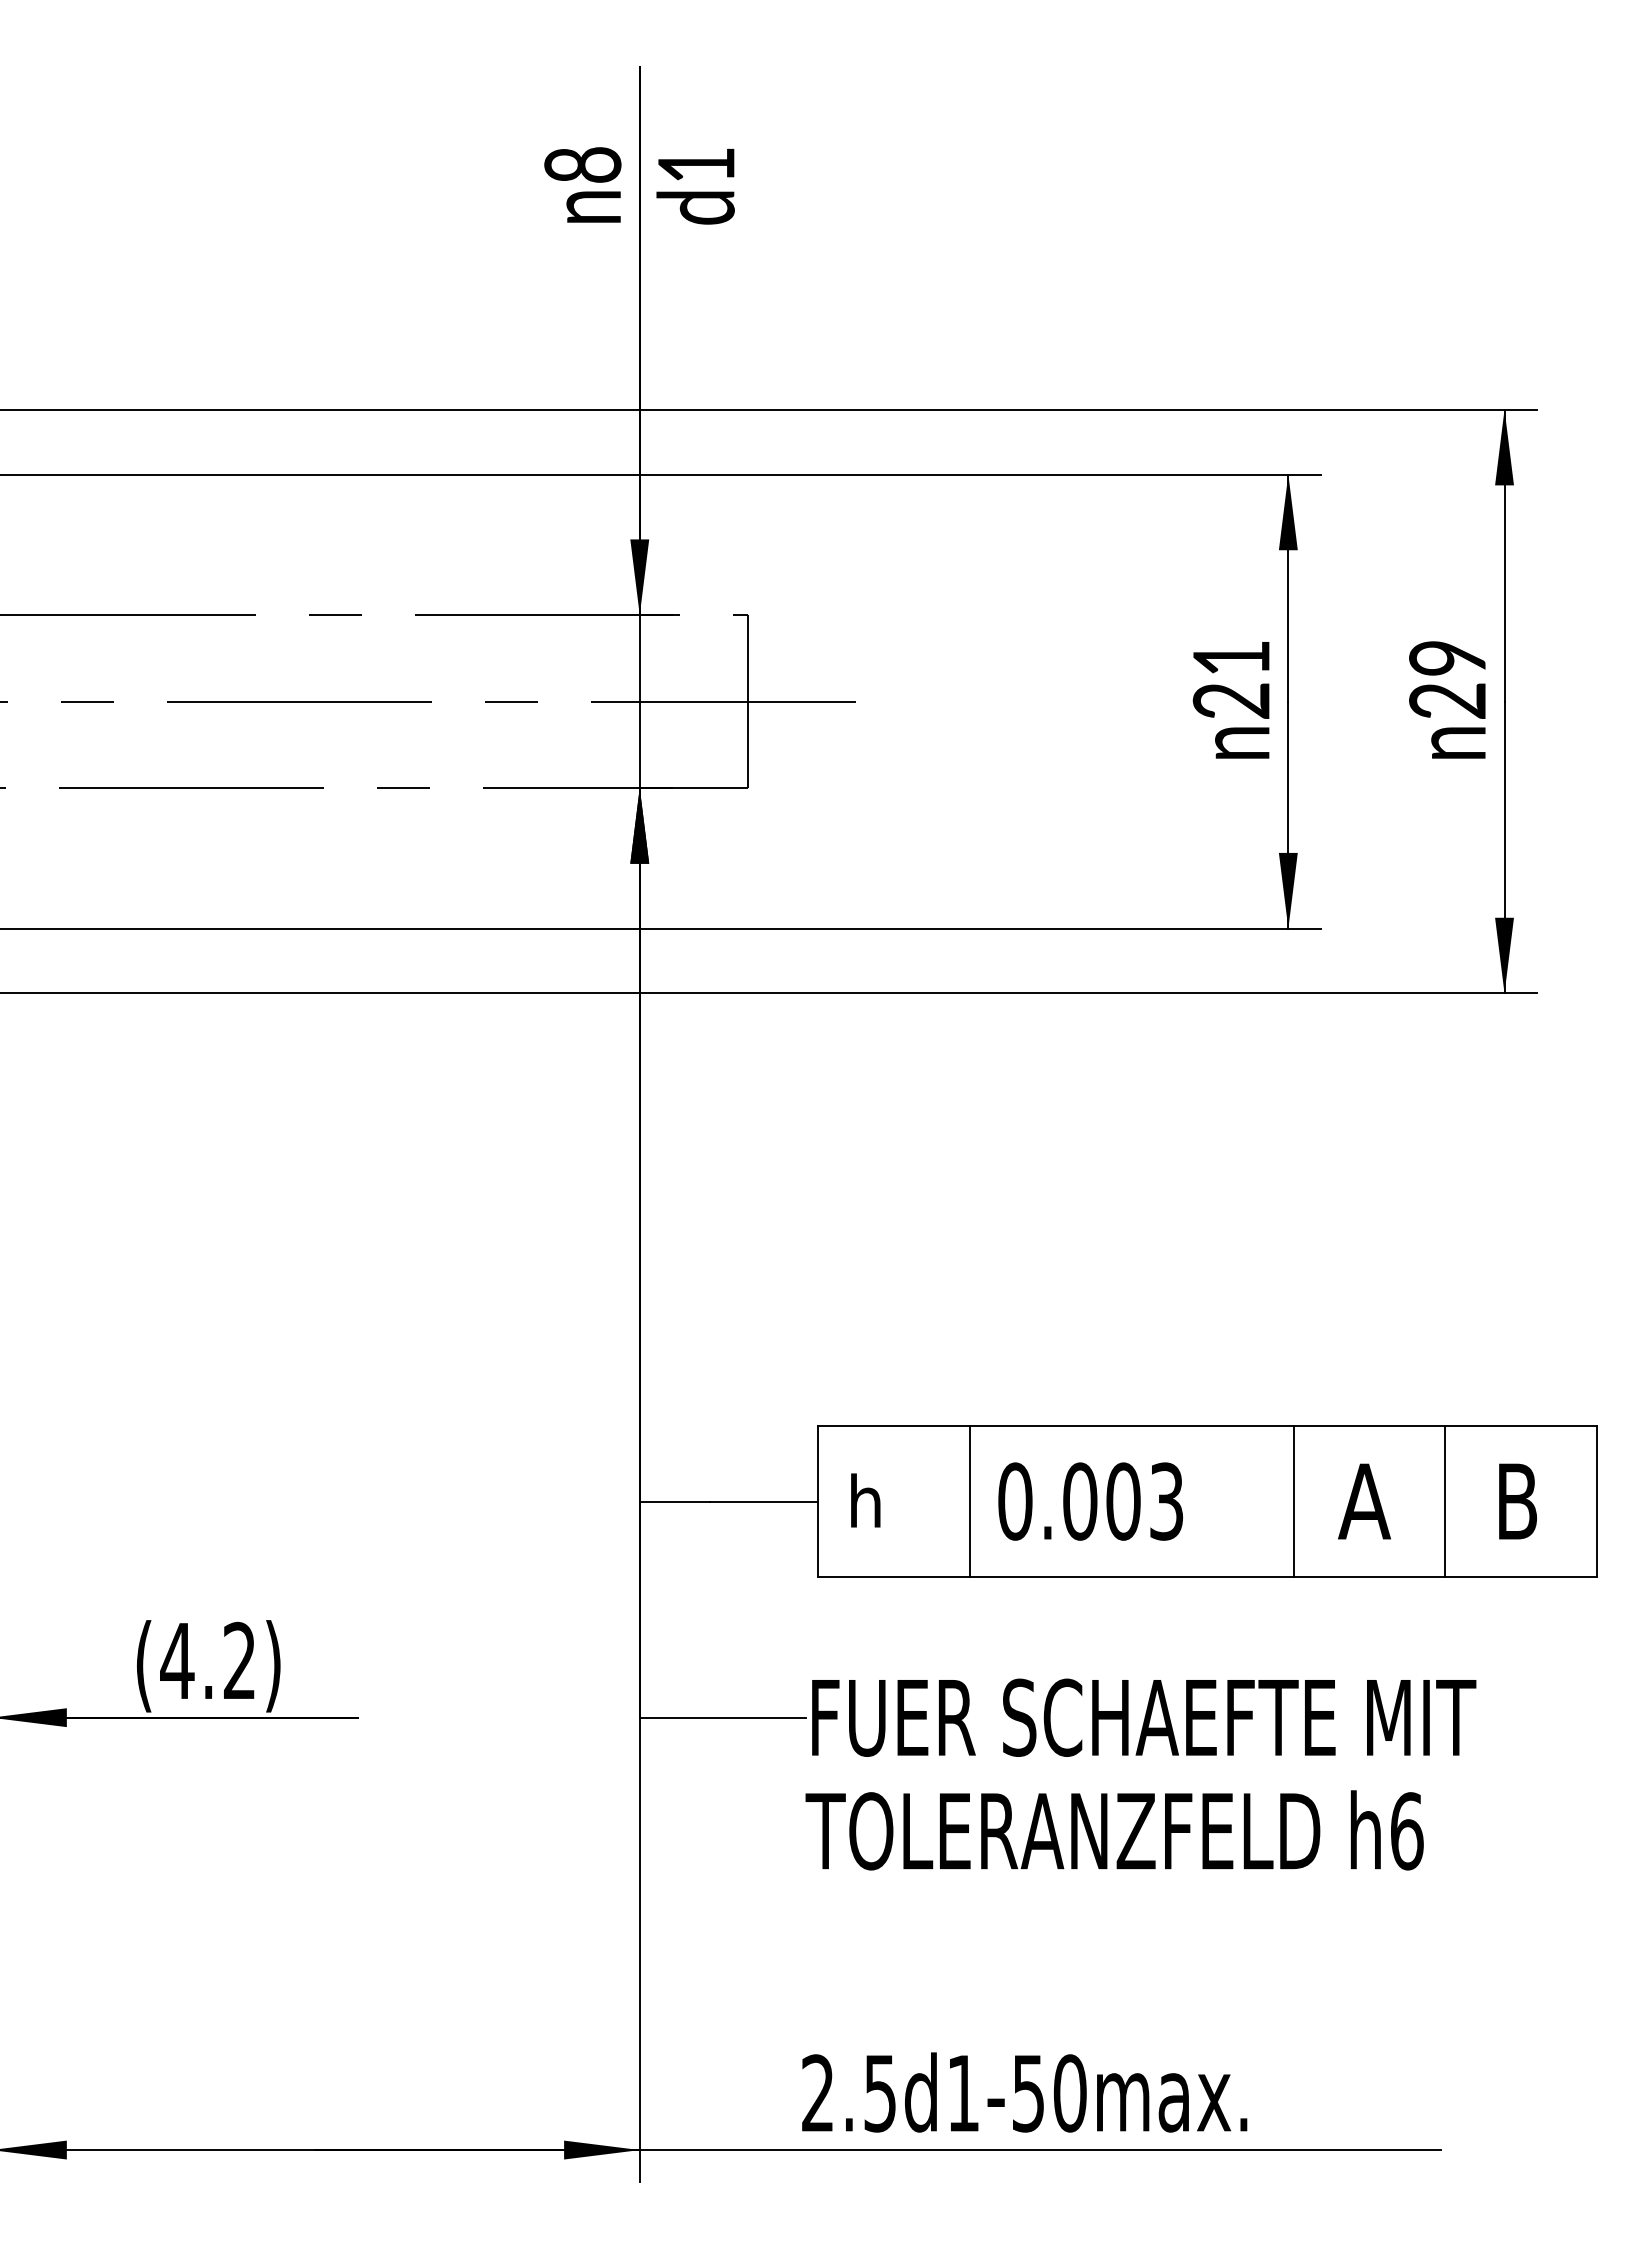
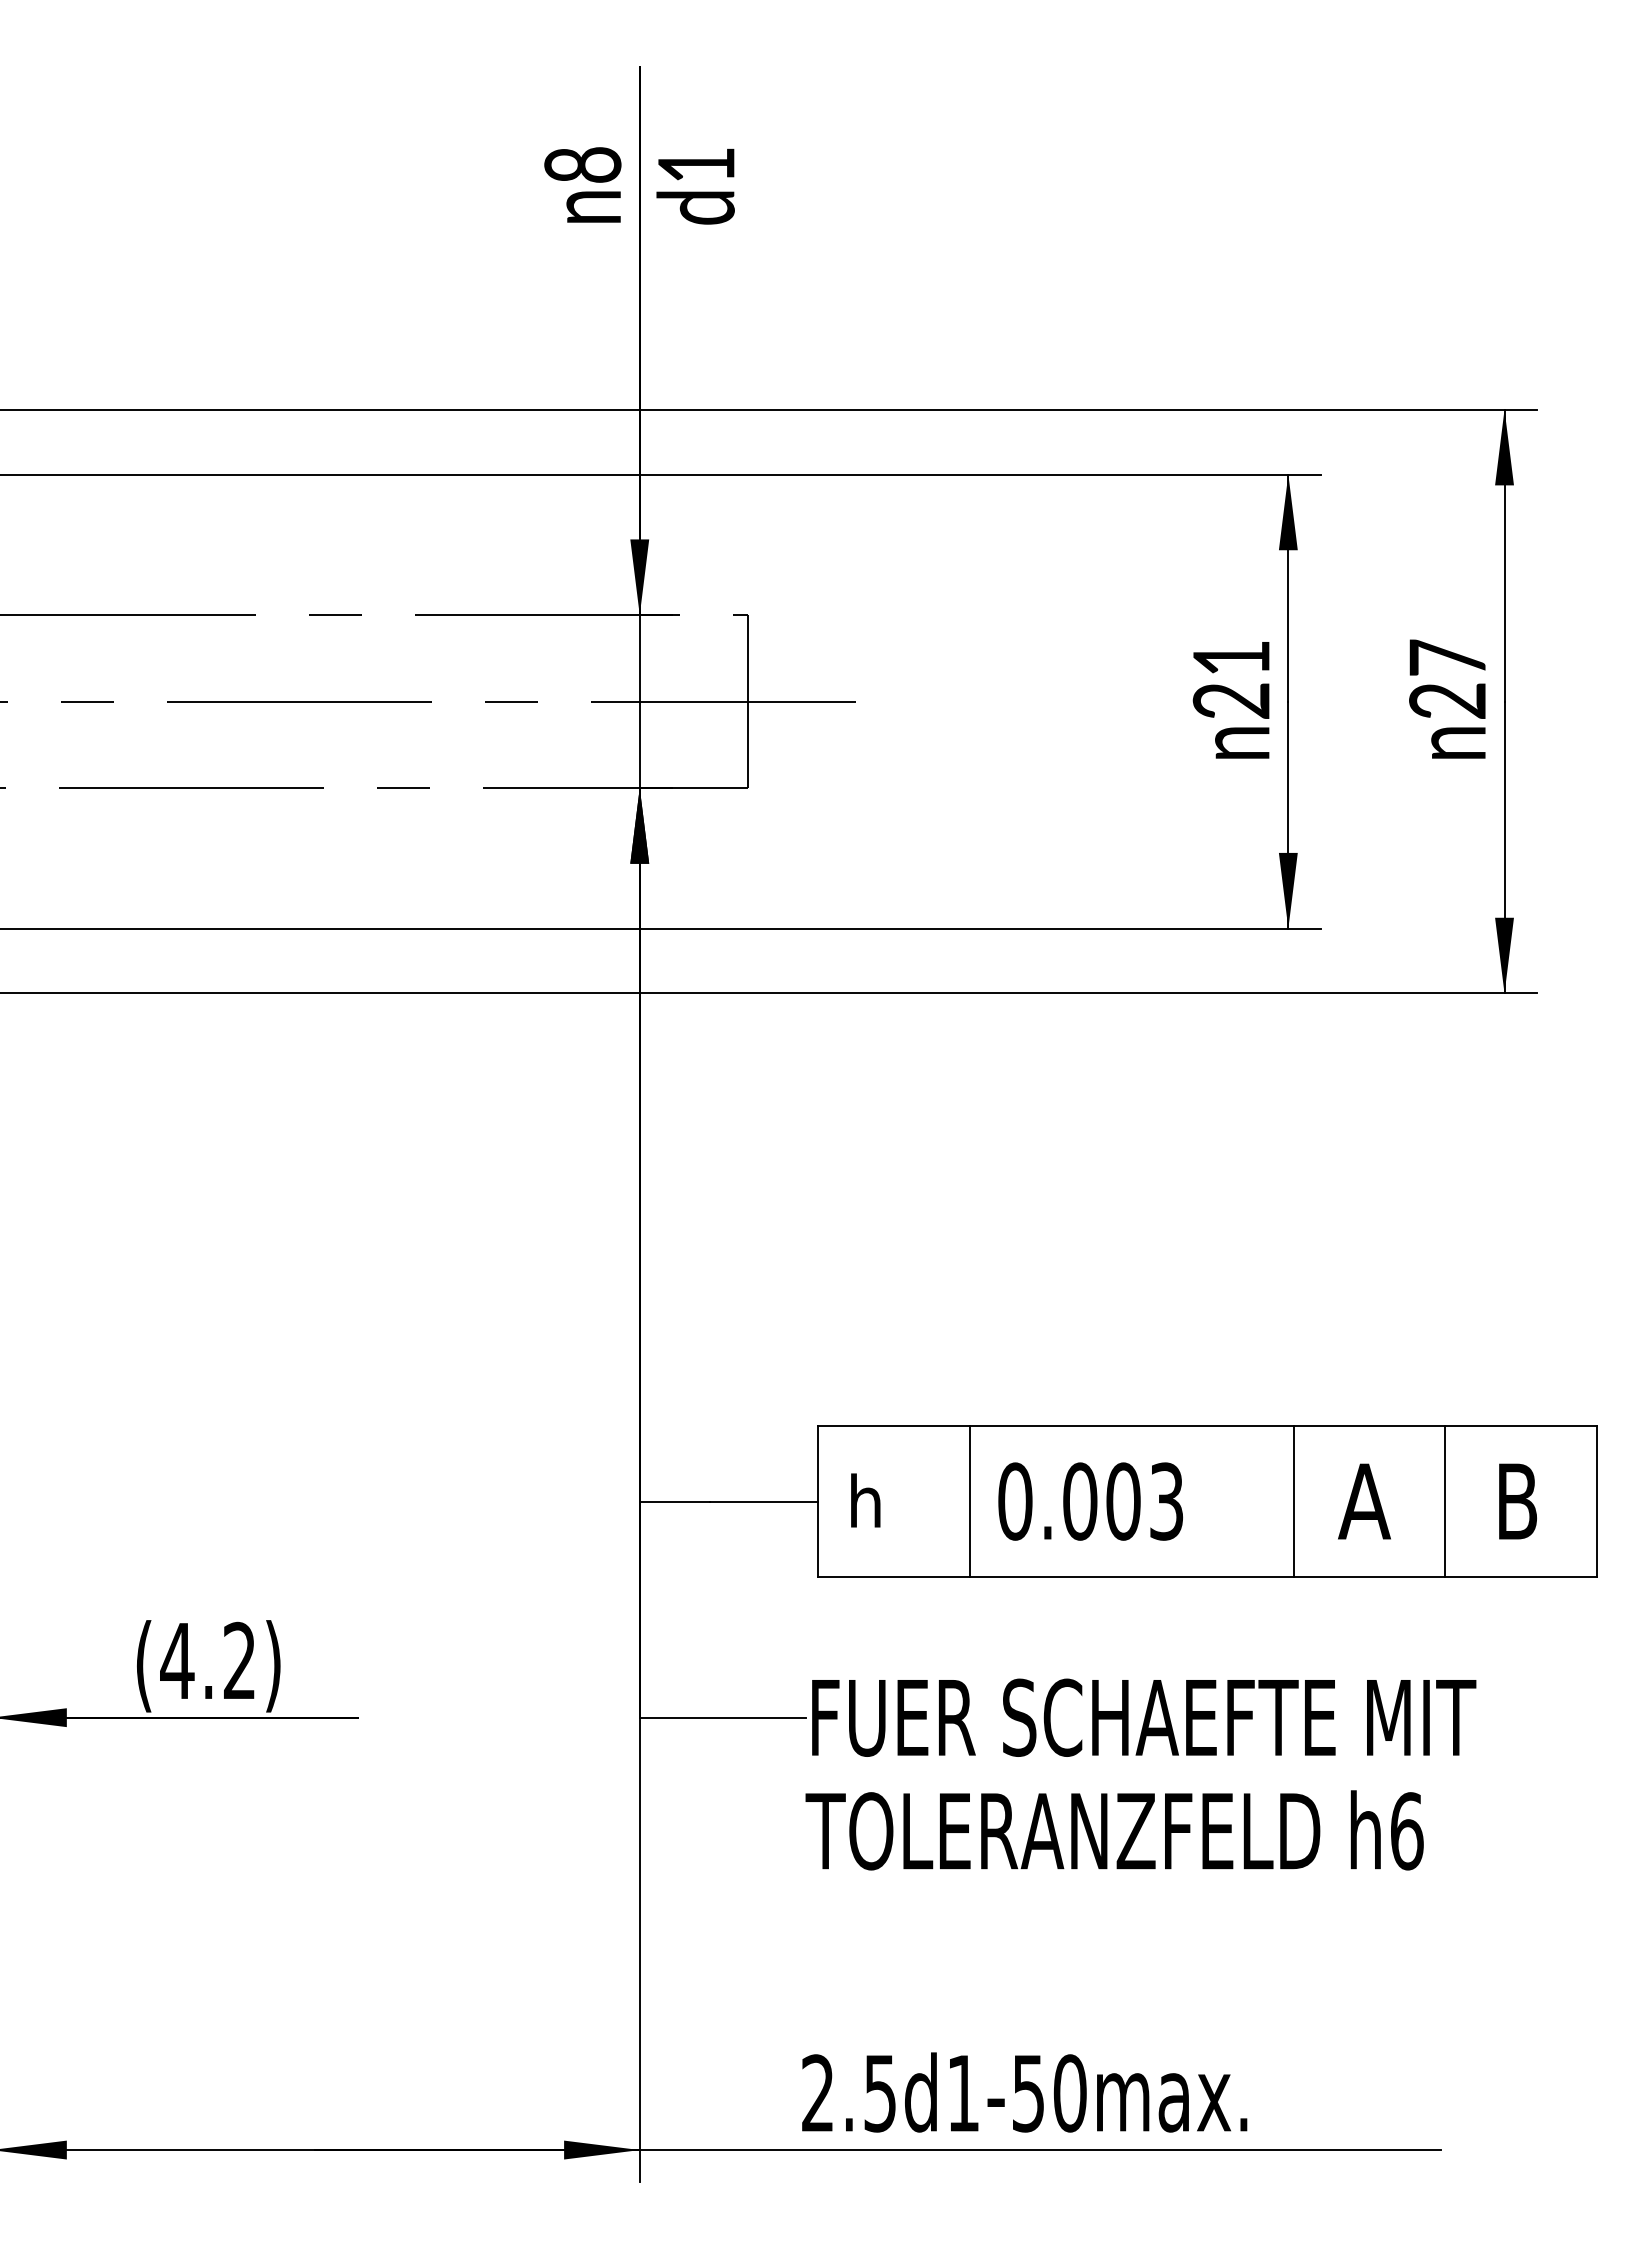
text at (1447, 657): 29 -> 27
